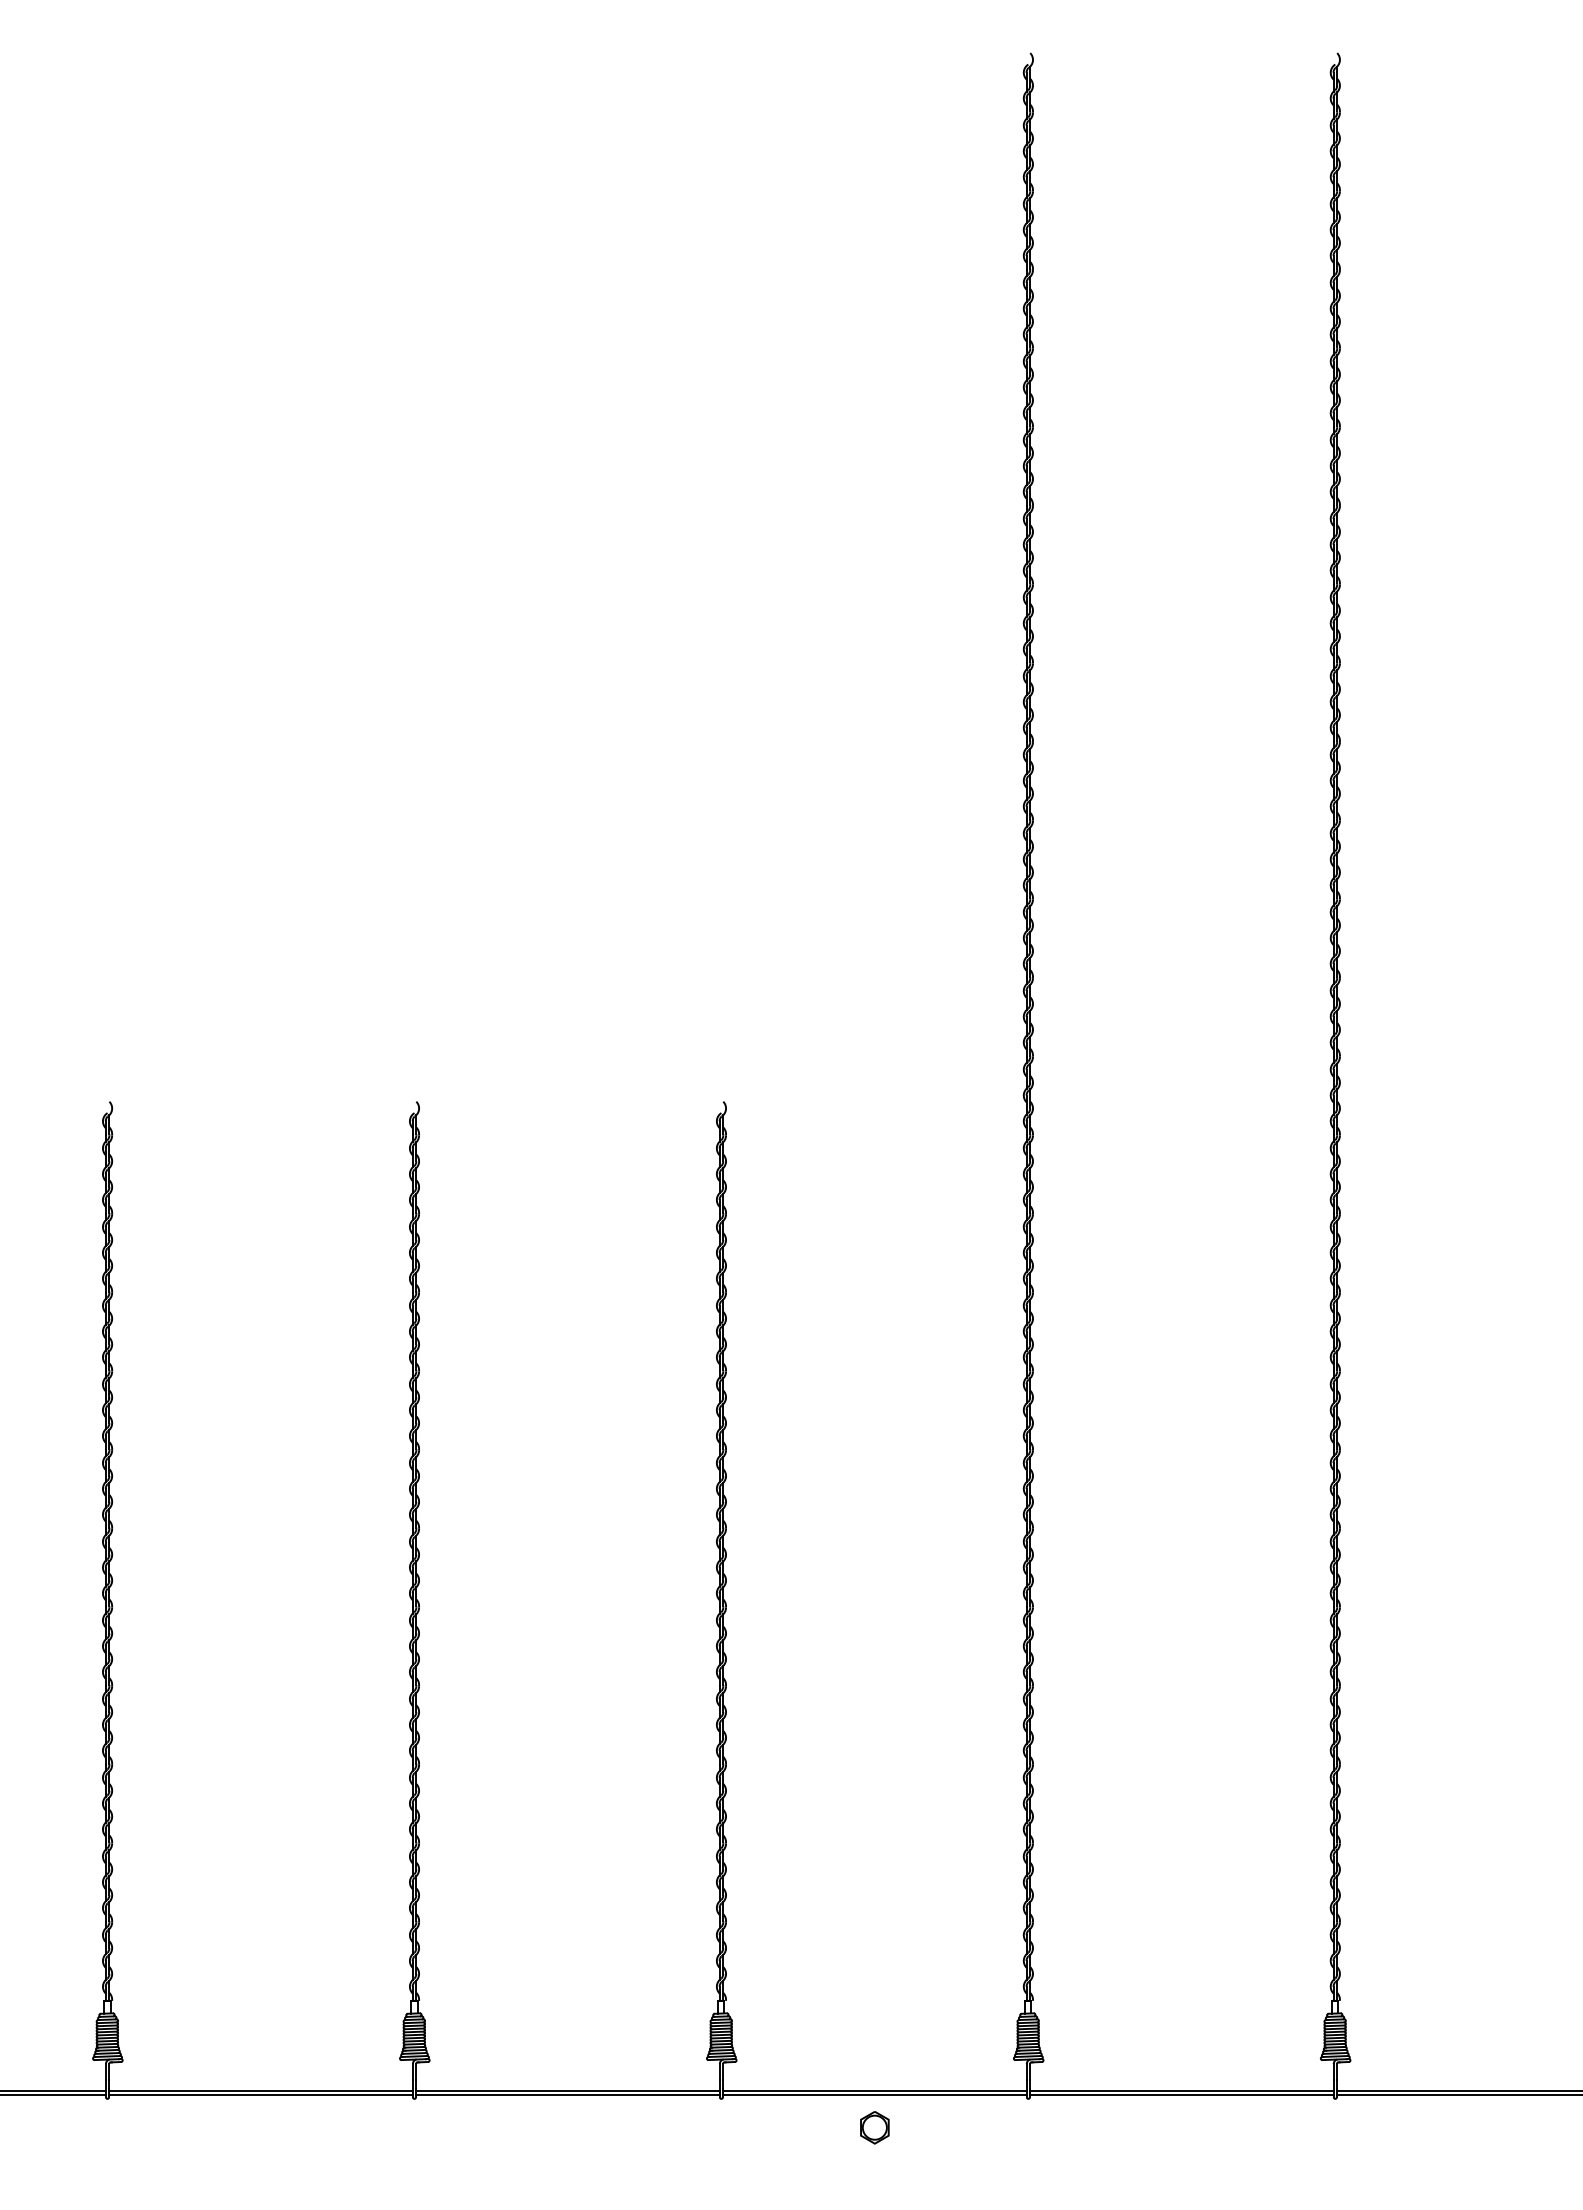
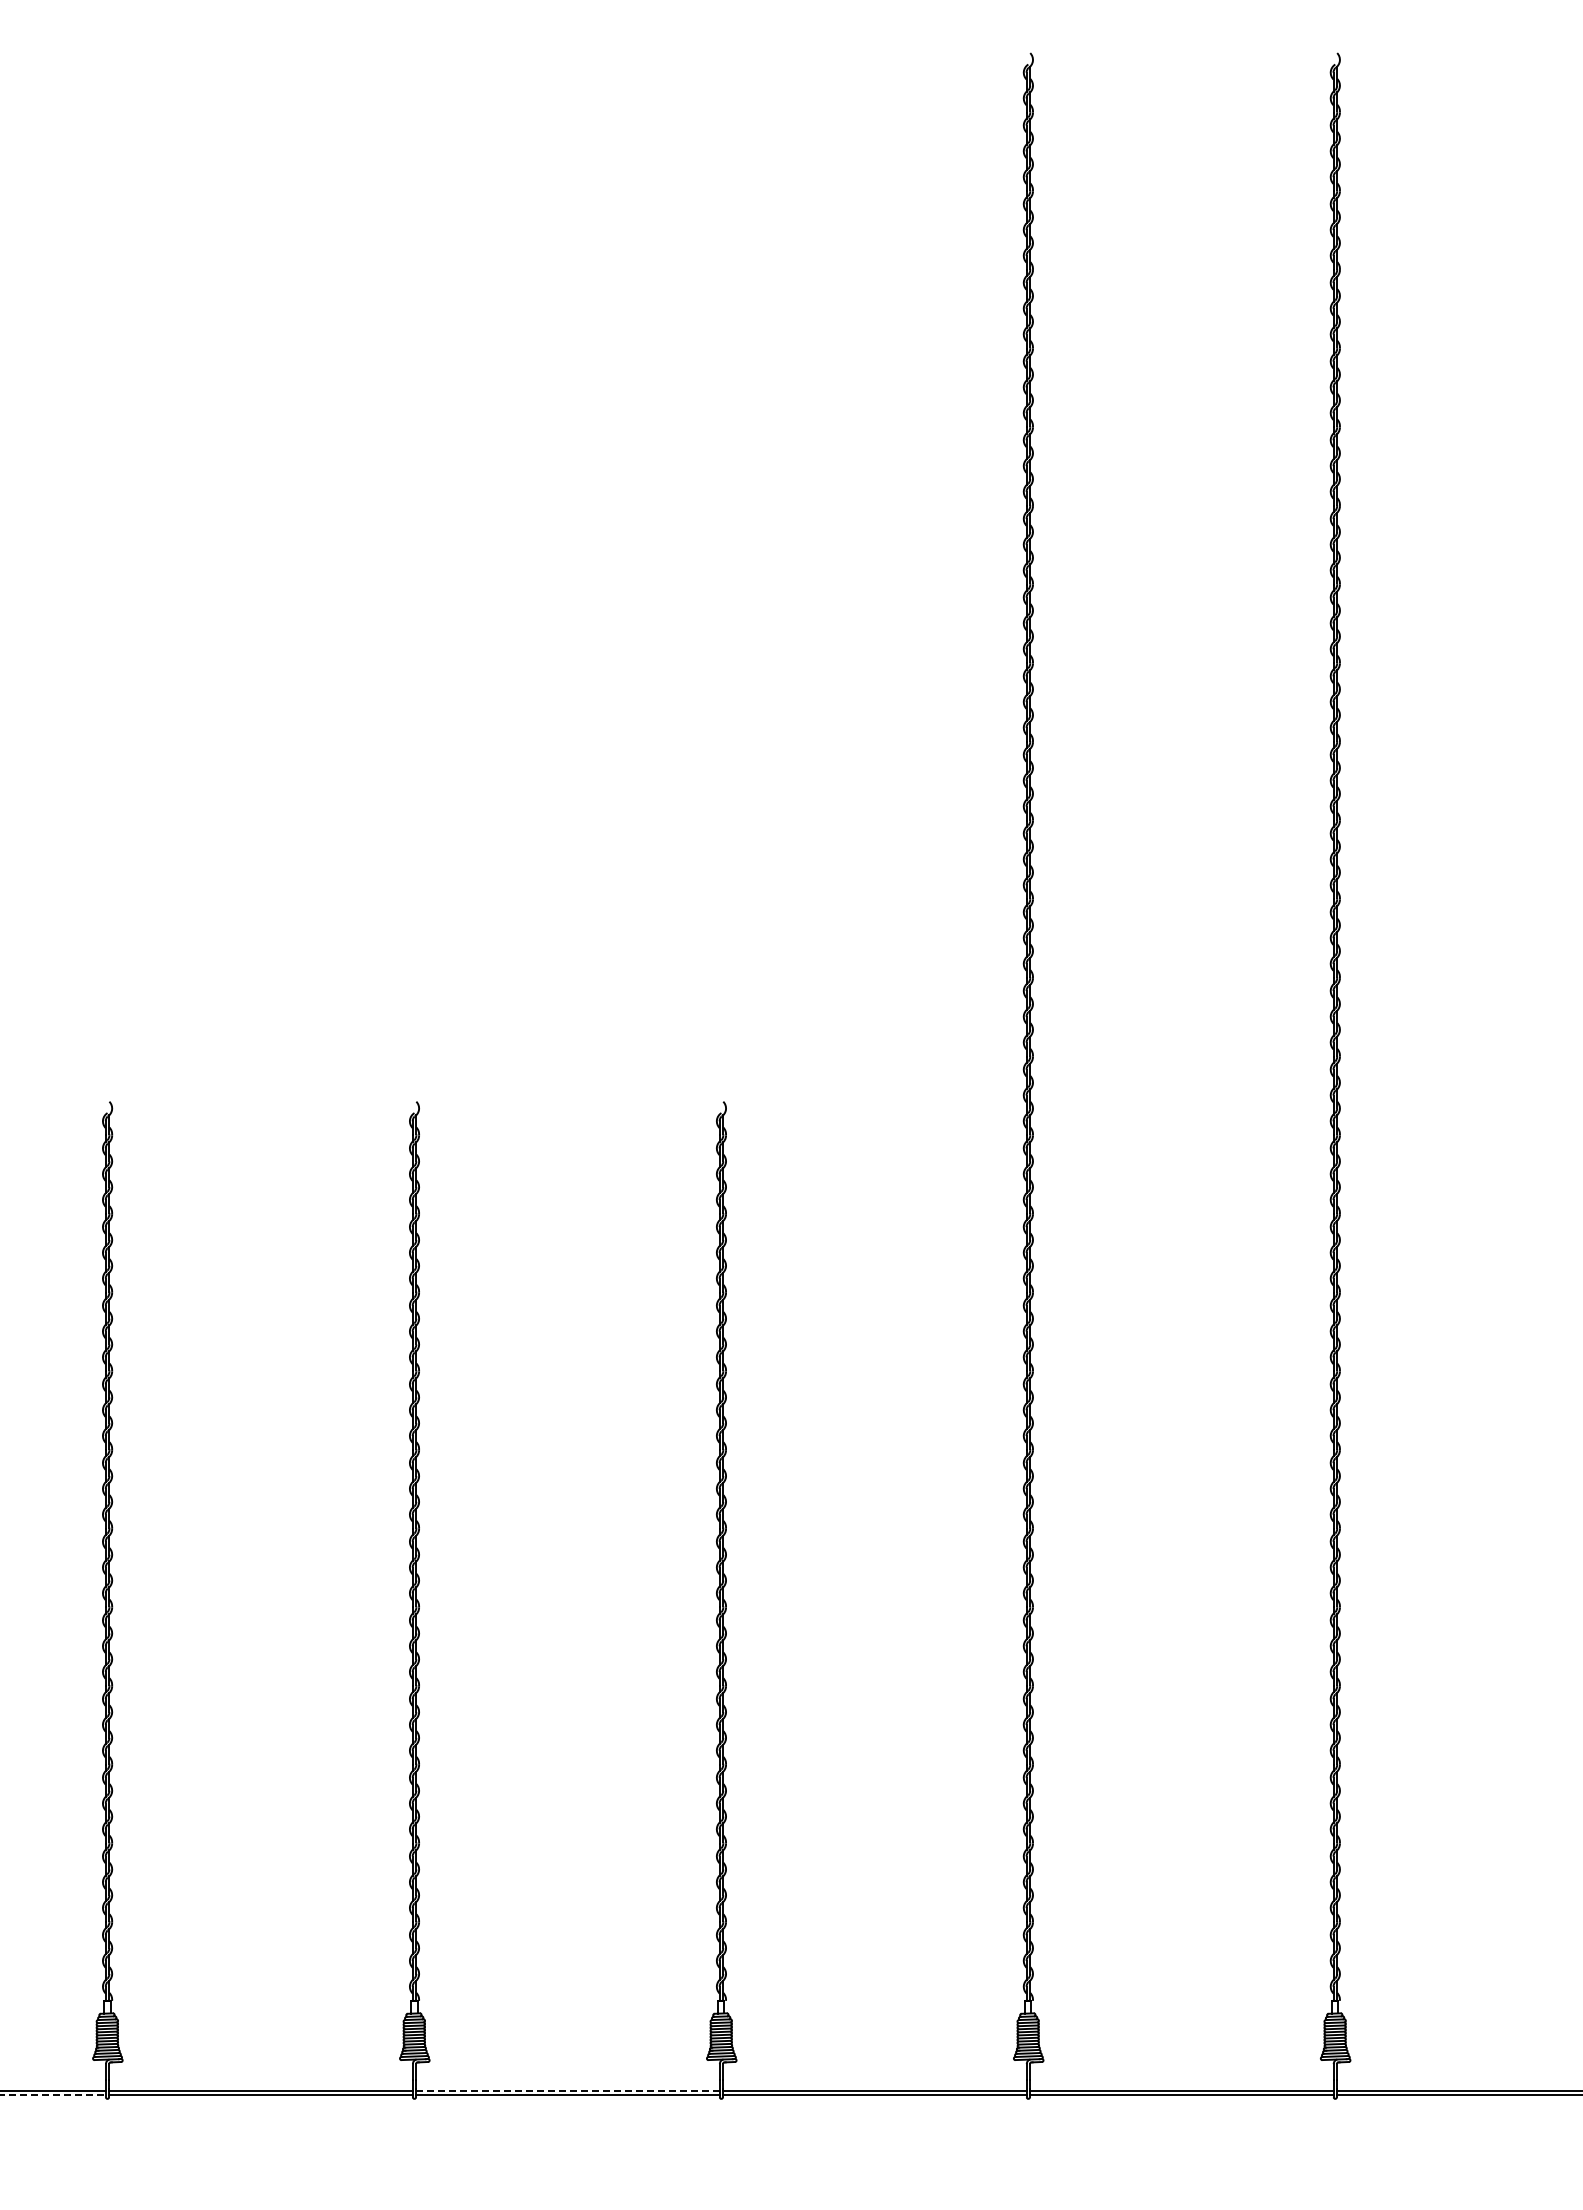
line at (567, 2090): solid -> dashed
line at (53, 2095): solid -> dashed
part at (874, 2127): present -> none
